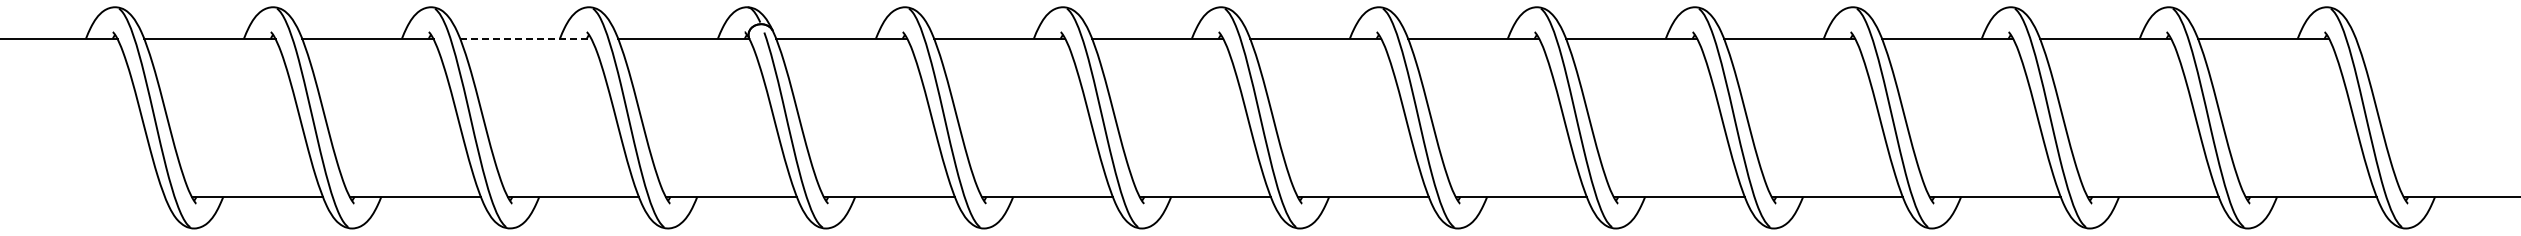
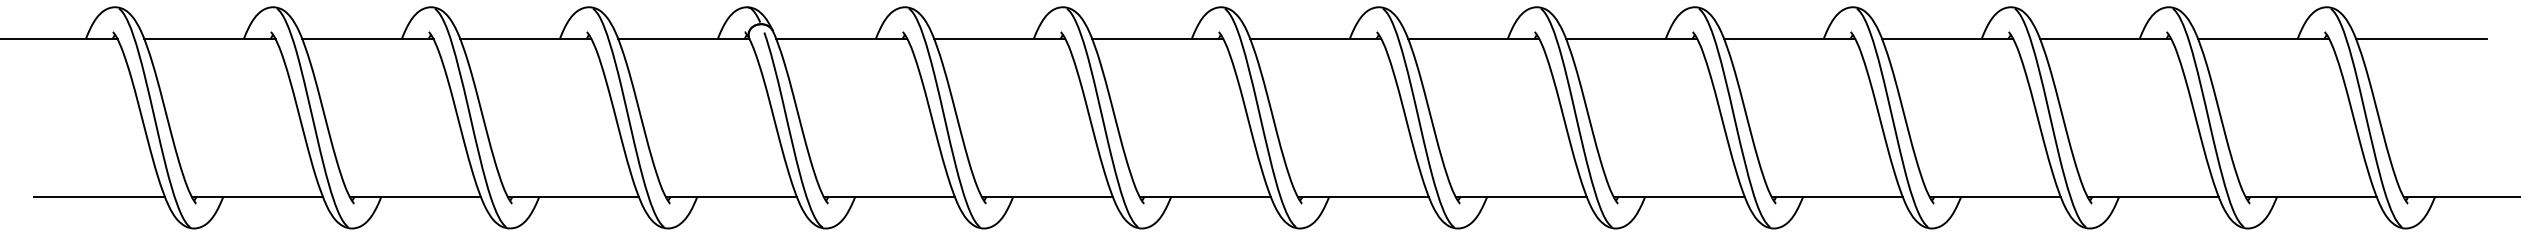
line at (525, 38): dashed -> solid
line at (2421, 38): none -> present
line at (98, 196): none -> present
